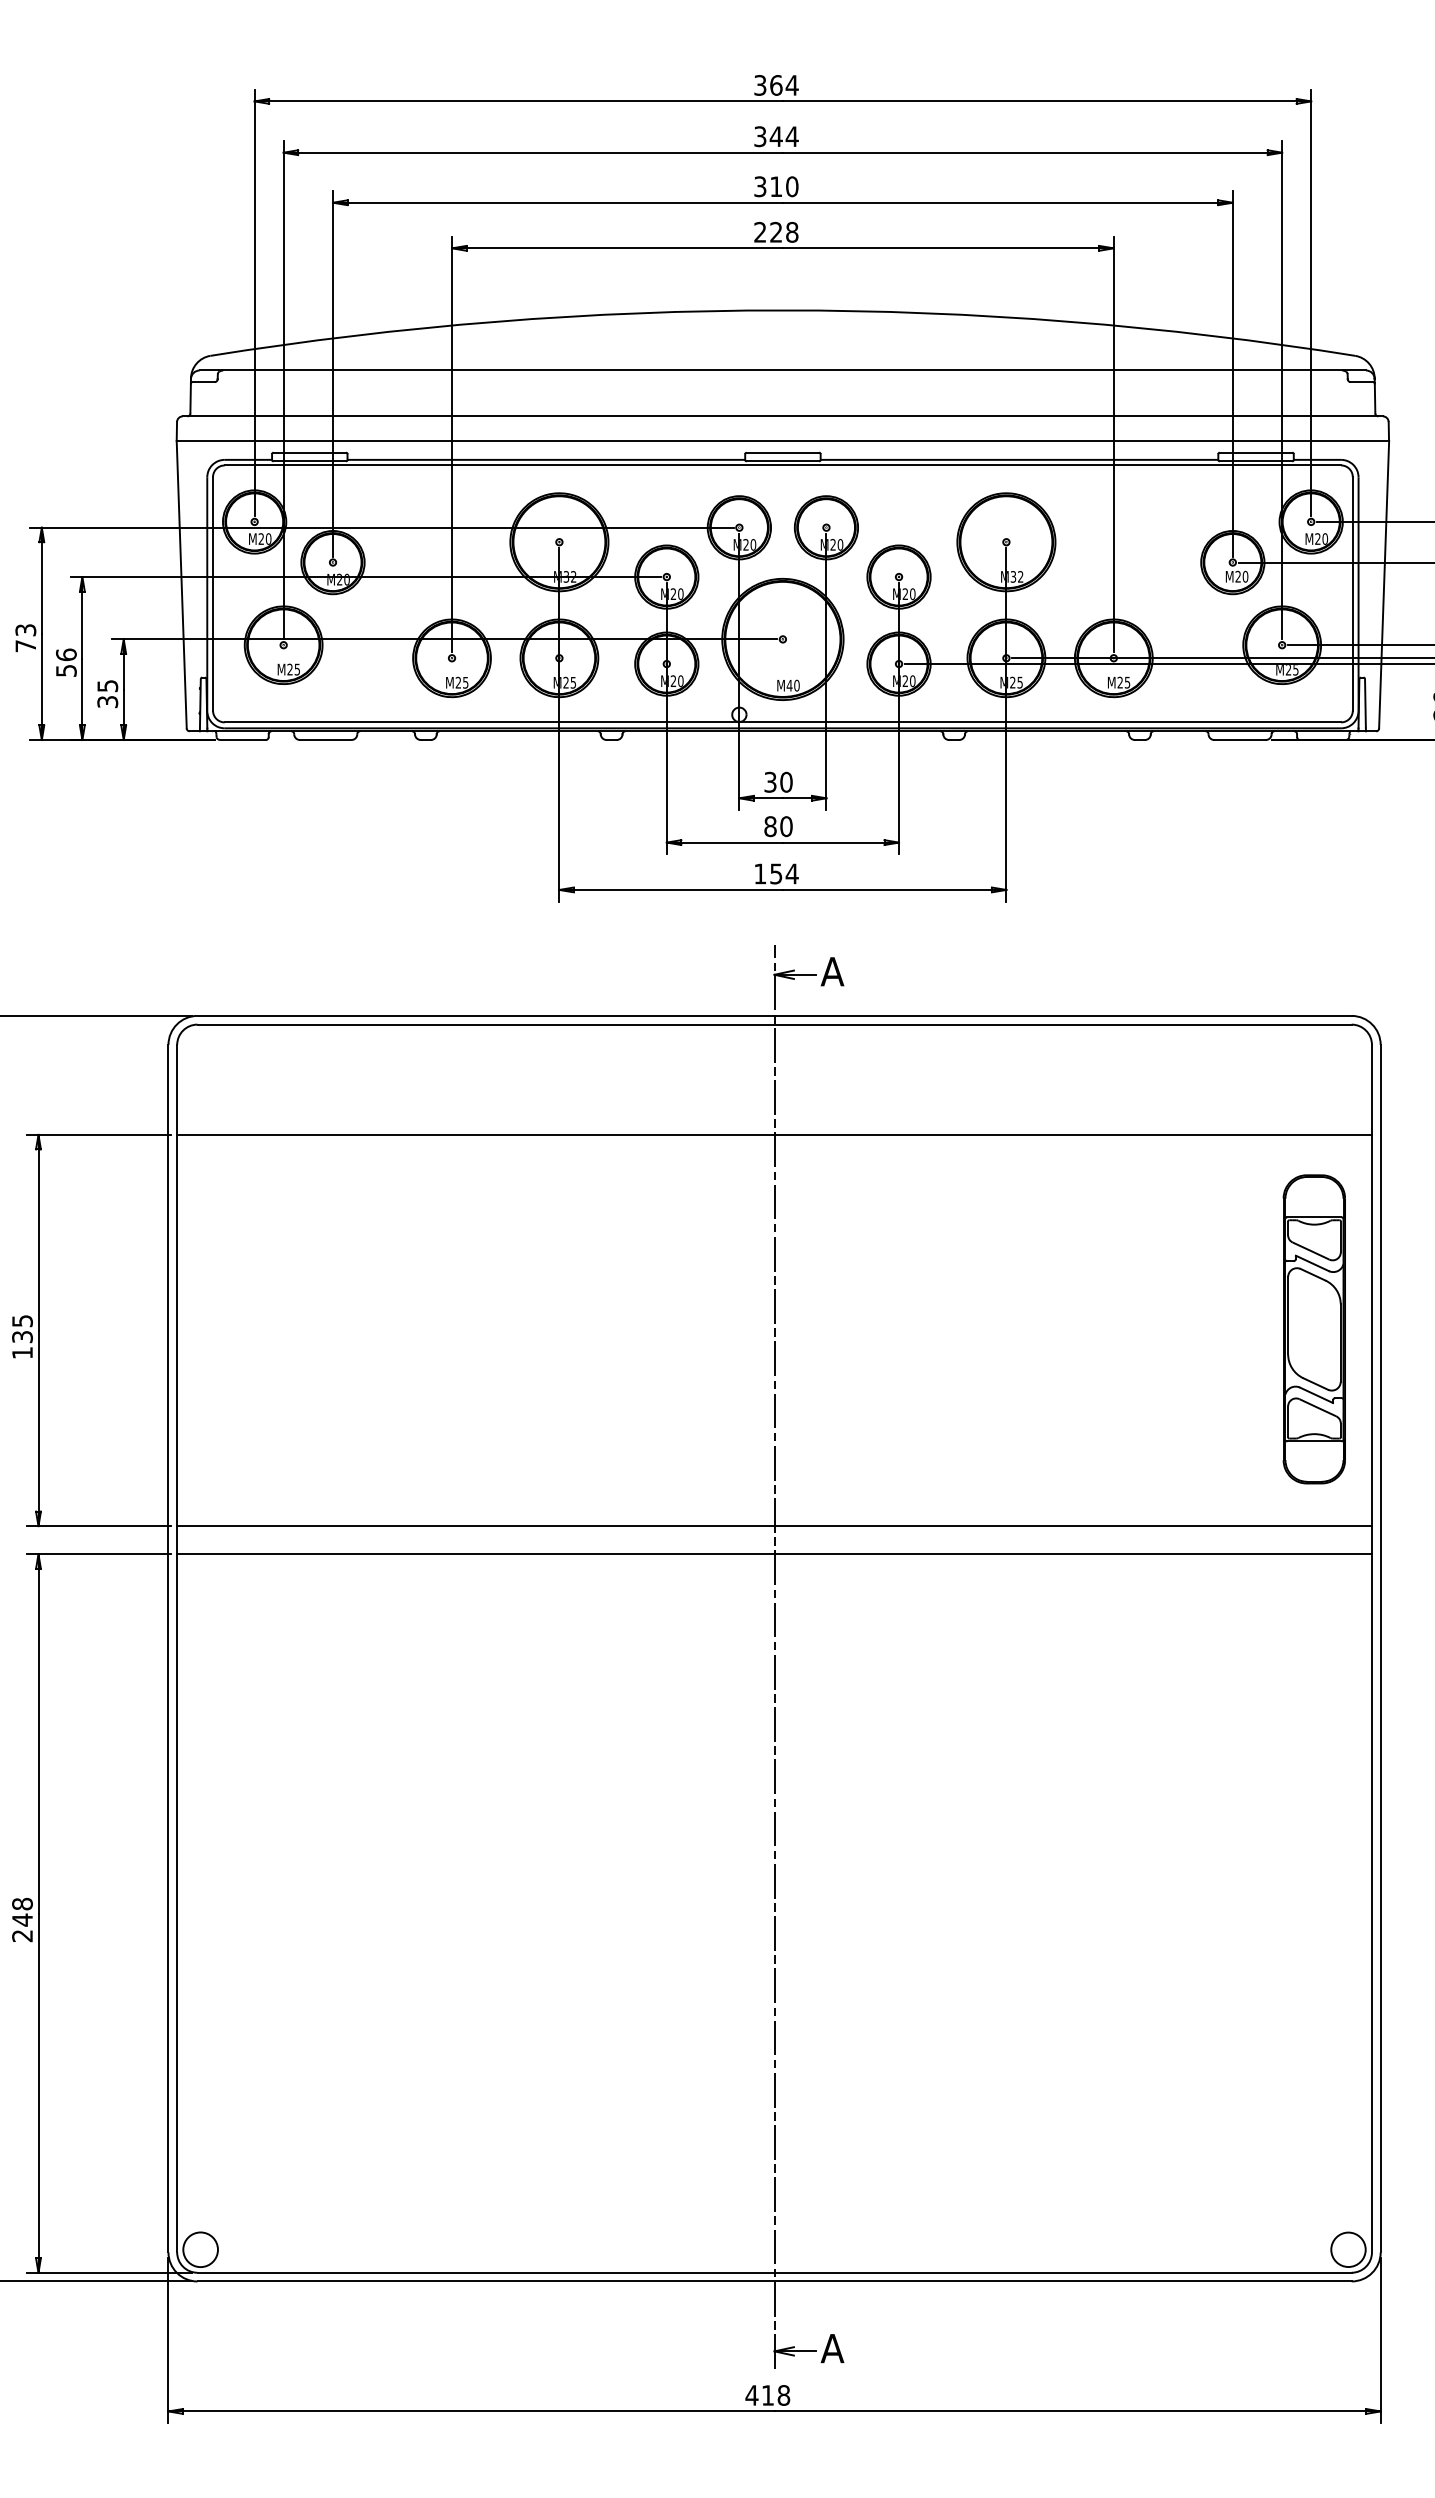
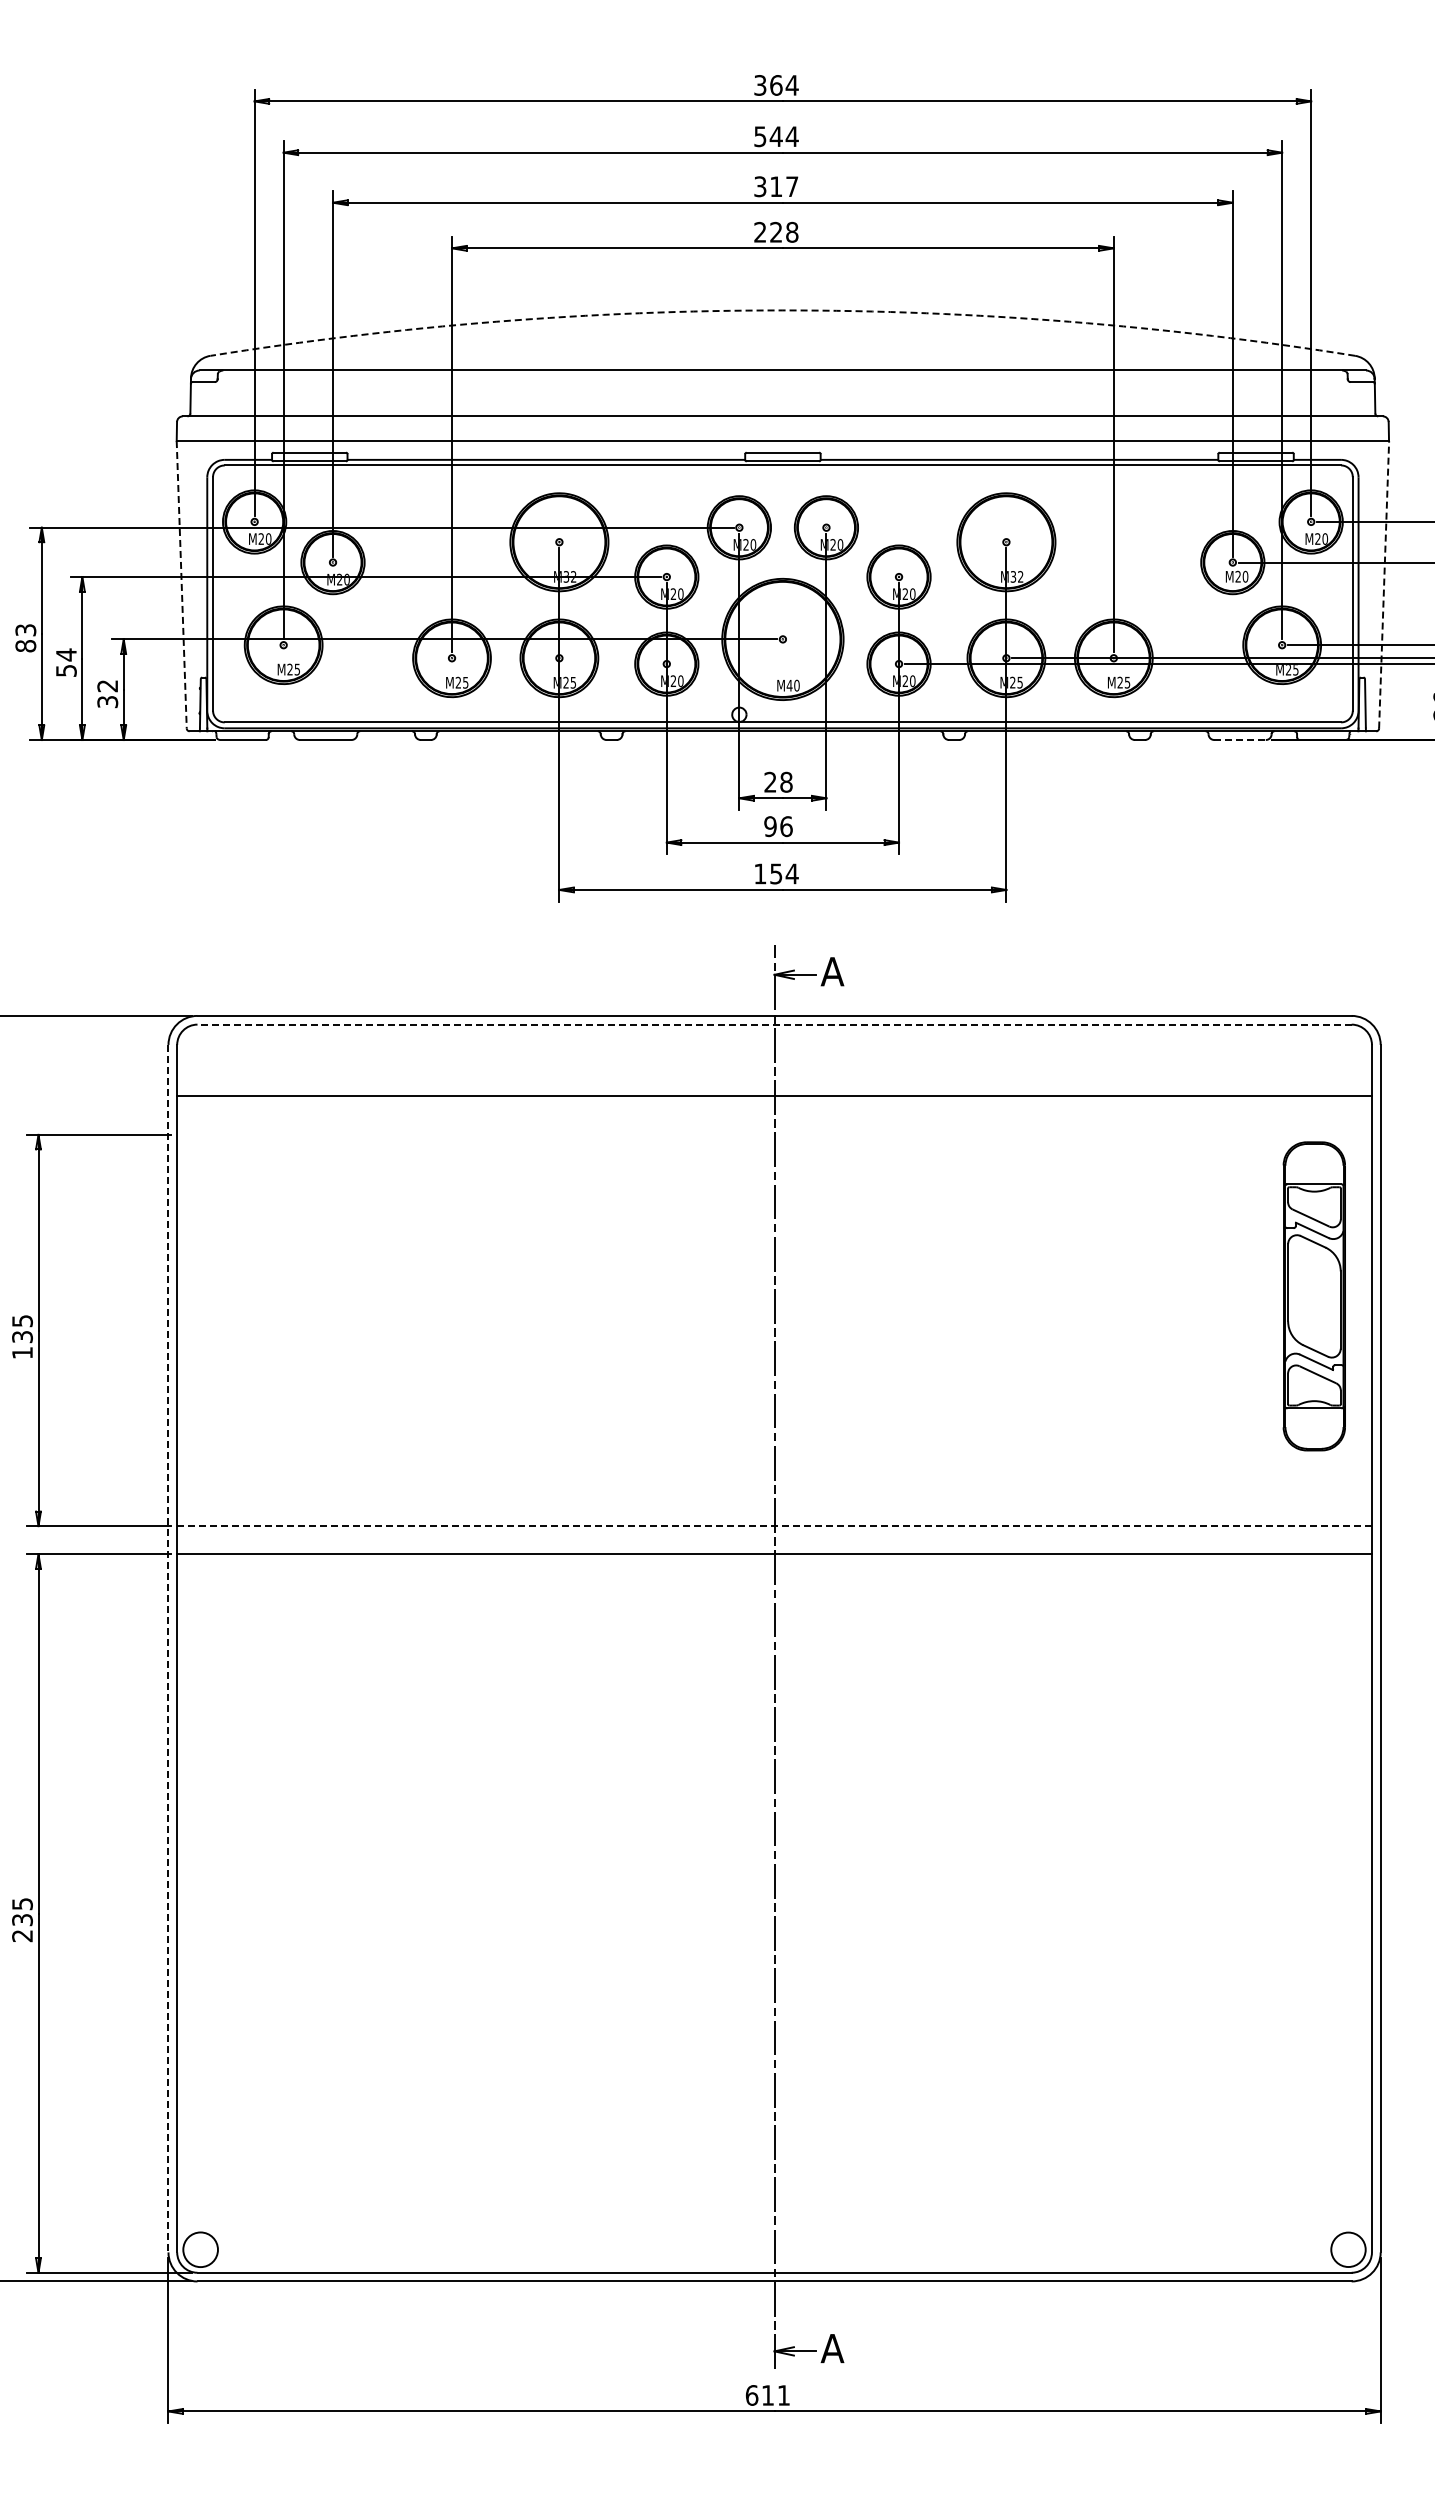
text at (760, 136): 344 -> 544
text at (792, 186): 310 -> 317
arc at (782, 310): solid -> dashed
line at (181, 584): solid -> dashed
line at (1384, 584): solid -> dashed
text at (25, 646): 73 -> 83
text at (66, 654): 56 -> 54
text at (107, 686): 35 -> 32
line at (1240, 740): solid -> dashed
text at (778, 782): 30 -> 28
text at (778, 826): 80 -> 96
line at (774, 1024): solid -> dashed
line at (774, 1134) position: (774, 1134) -> (774, 1095)
part at (1313, 1329) position: (1313, 1329) -> (1313, 1296)
line at (774, 1526): solid -> dashed
line at (168, 1648): solid -> dashed
text at (22, 1911): 248 -> 235
text at (767, 2395): 418 -> 611
